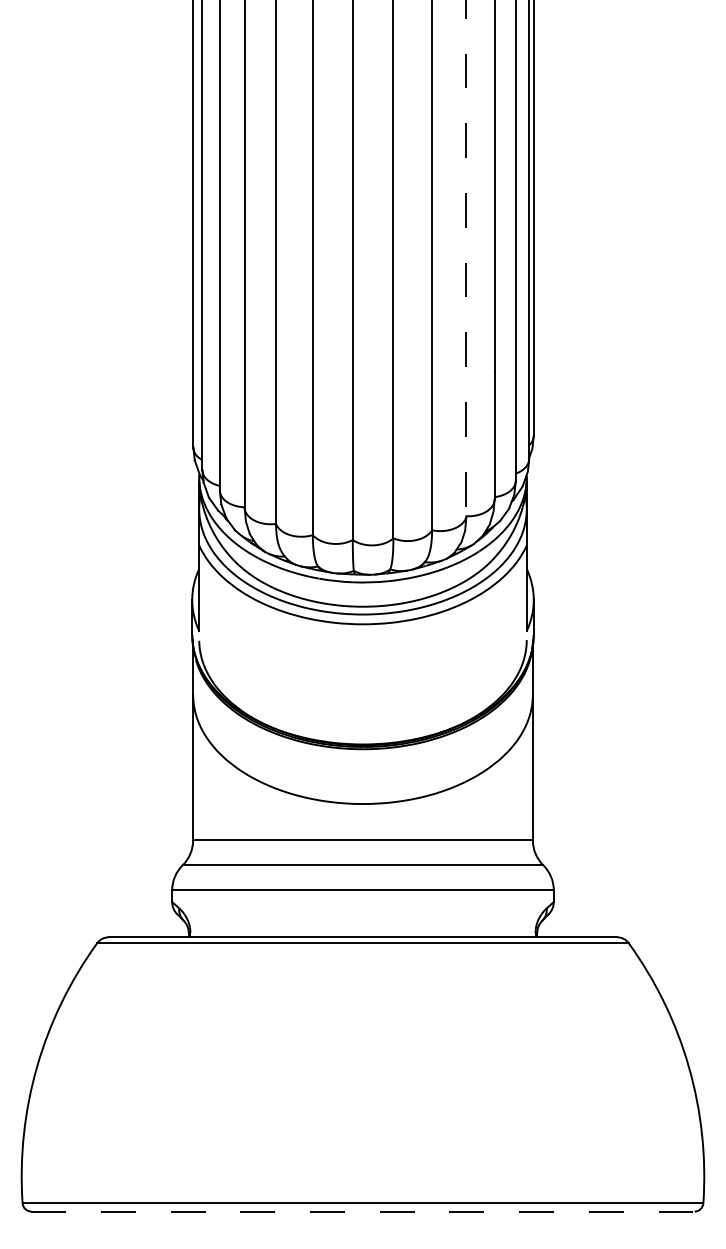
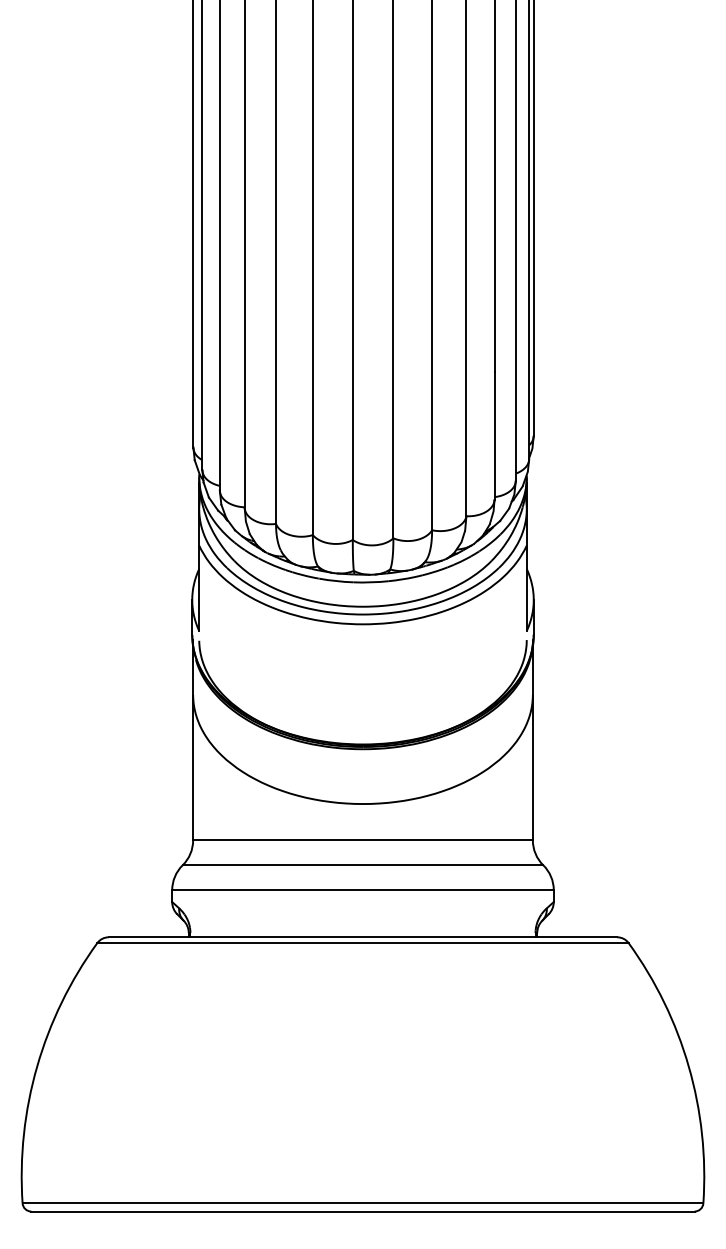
line at (466, 258): dashed -> solid
line at (362, 1211): dashed -> solid
